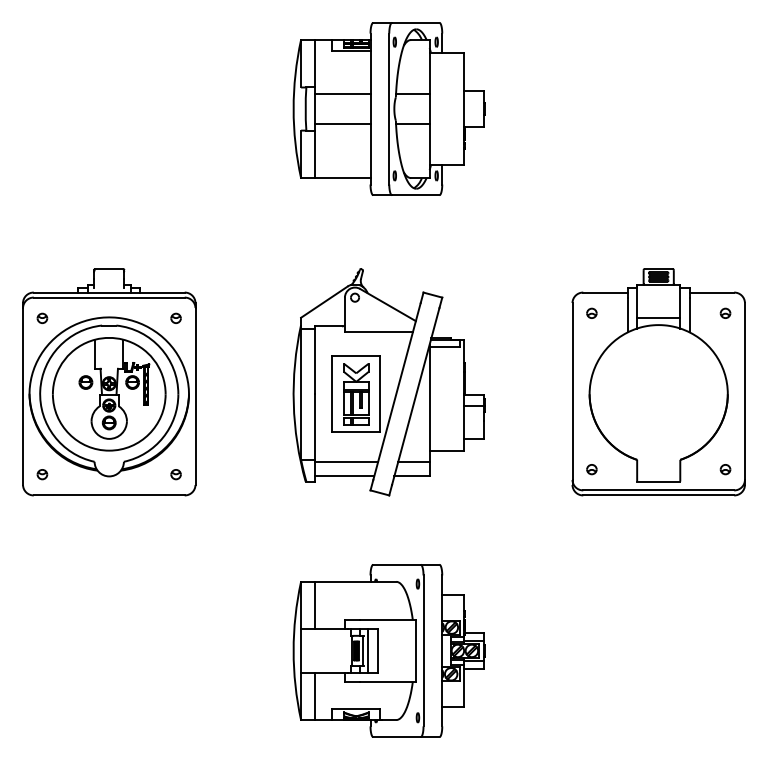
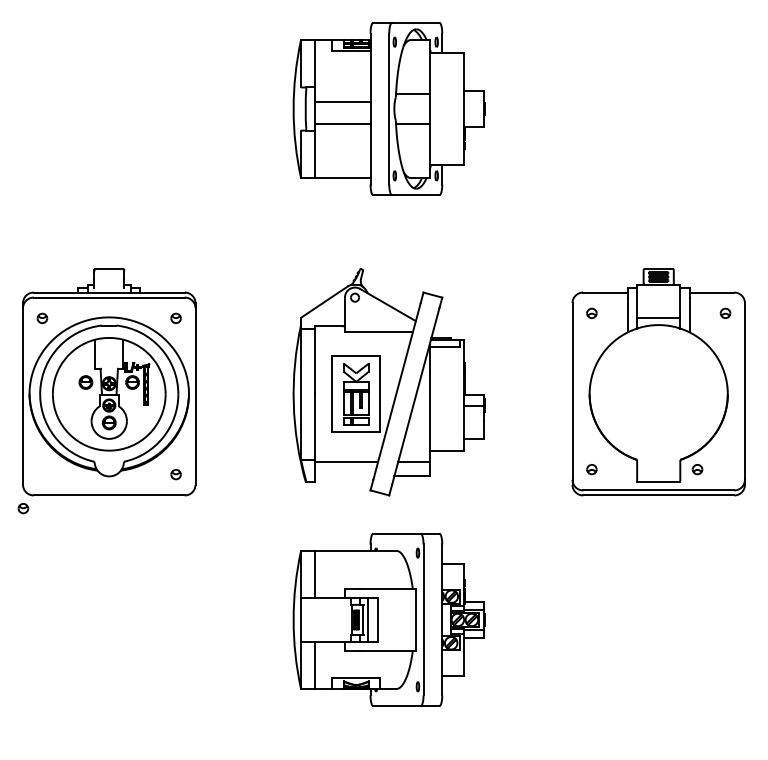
line at (342, 94) position: (342, 94) -> (342, 102)
part at (725, 469) position: (725, 469) -> (697, 469)
part at (42, 474) position: (42, 474) -> (23, 508)
line at (344, 476): present -> none
part at (388, 650) position: (388, 650) -> (388, 619)
